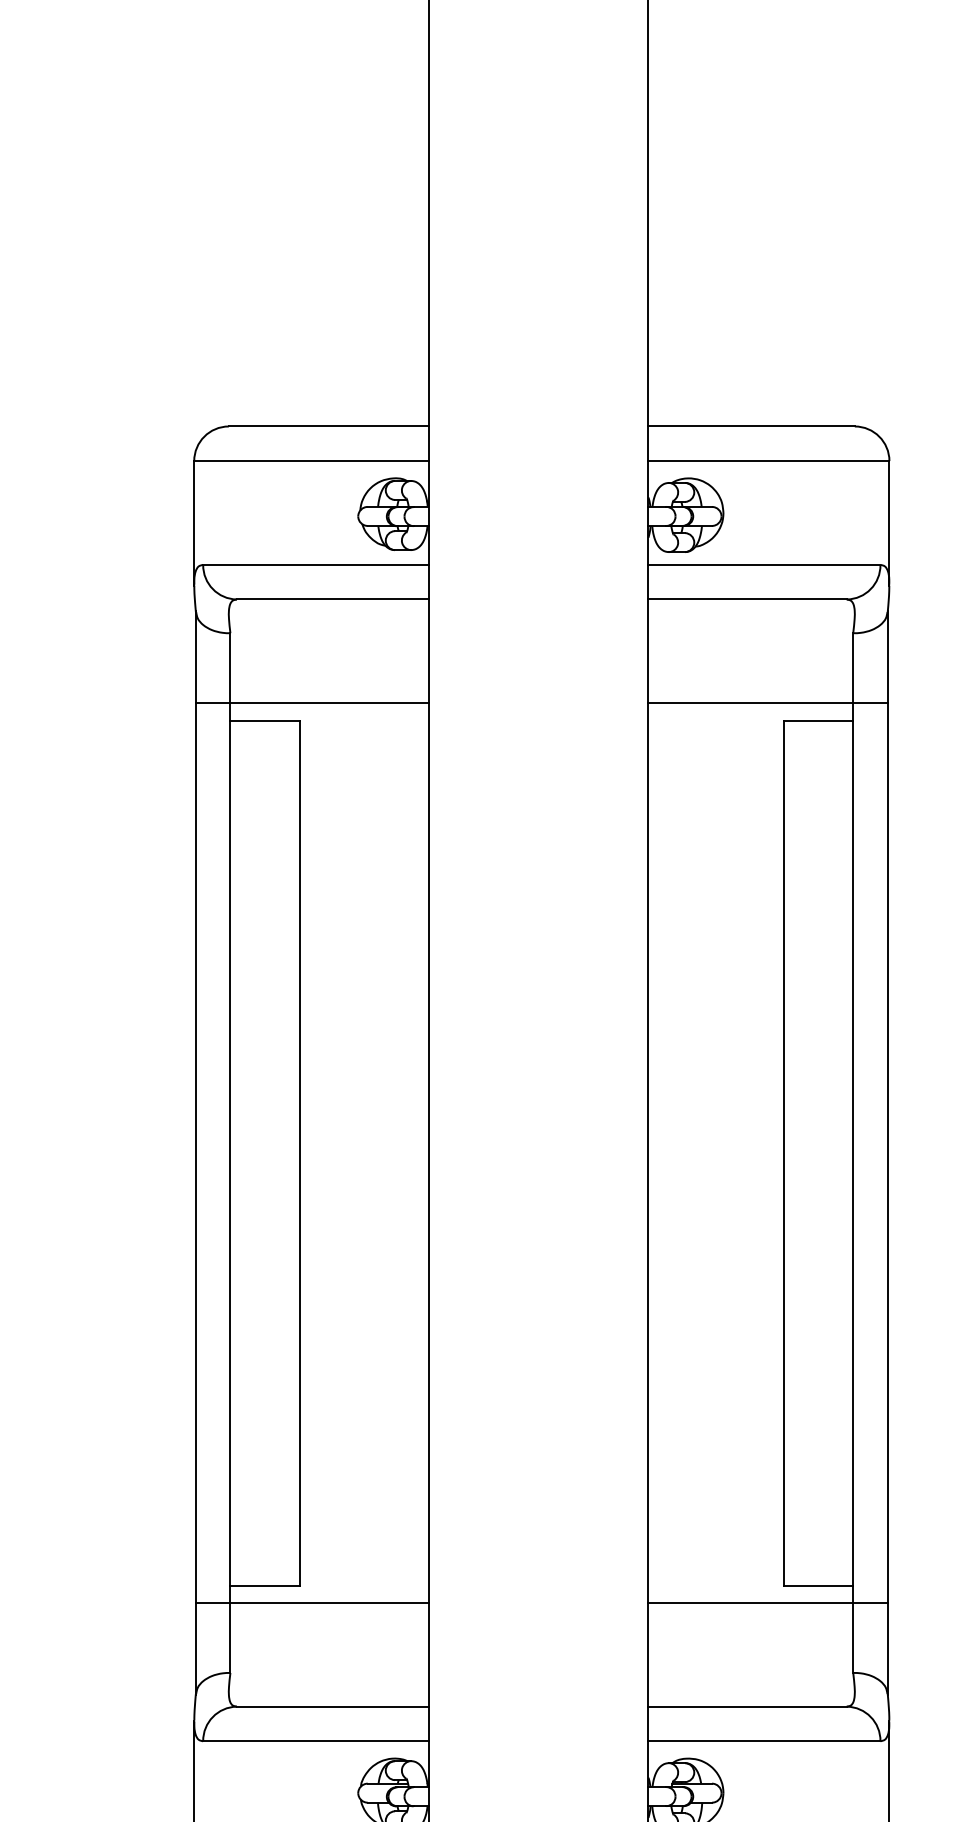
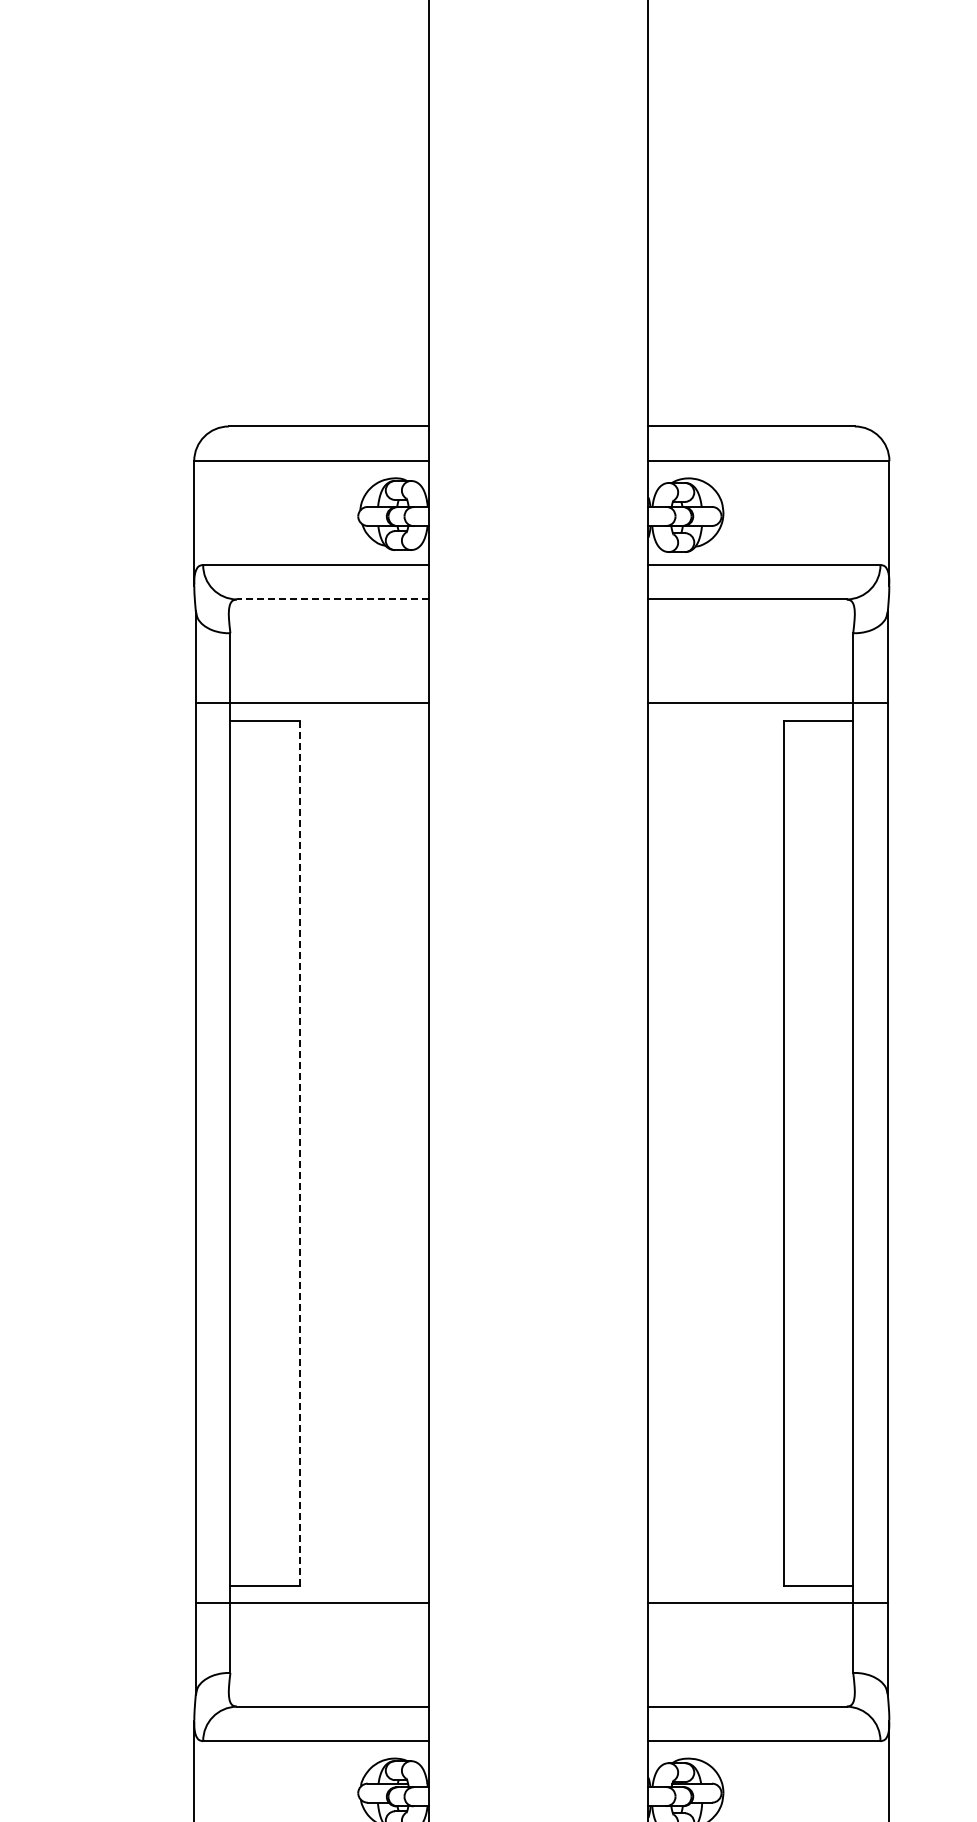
line at (332, 599): solid -> dashed
line at (299, 1152): solid -> dashed
